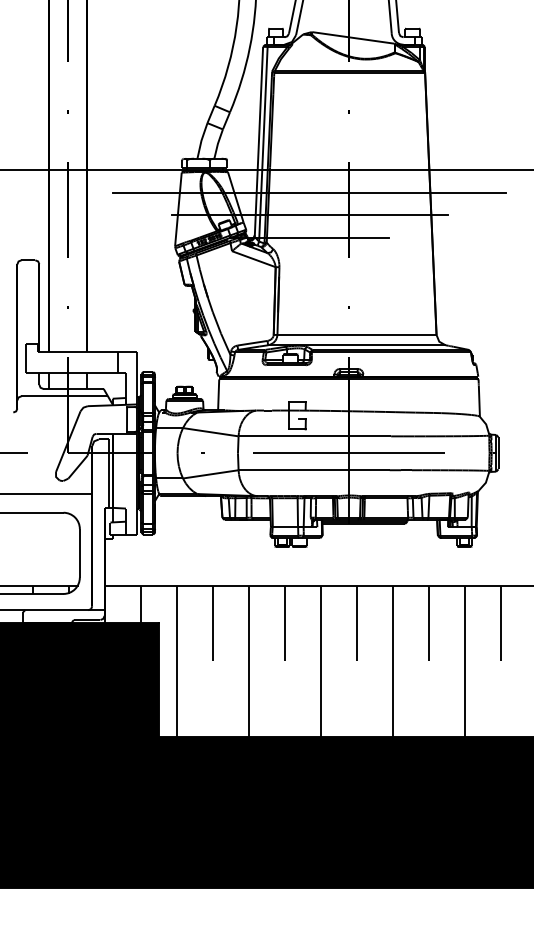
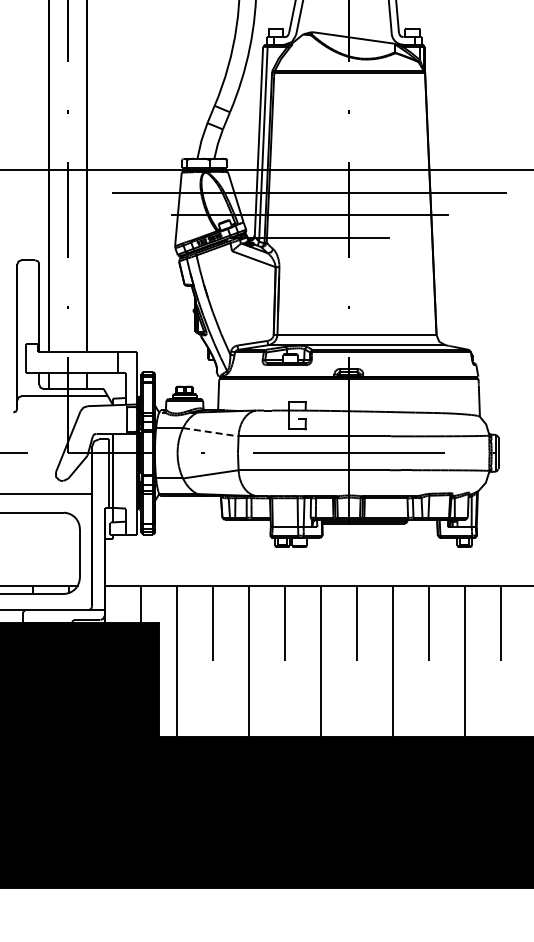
line at (211, 432): solid -> dashed
